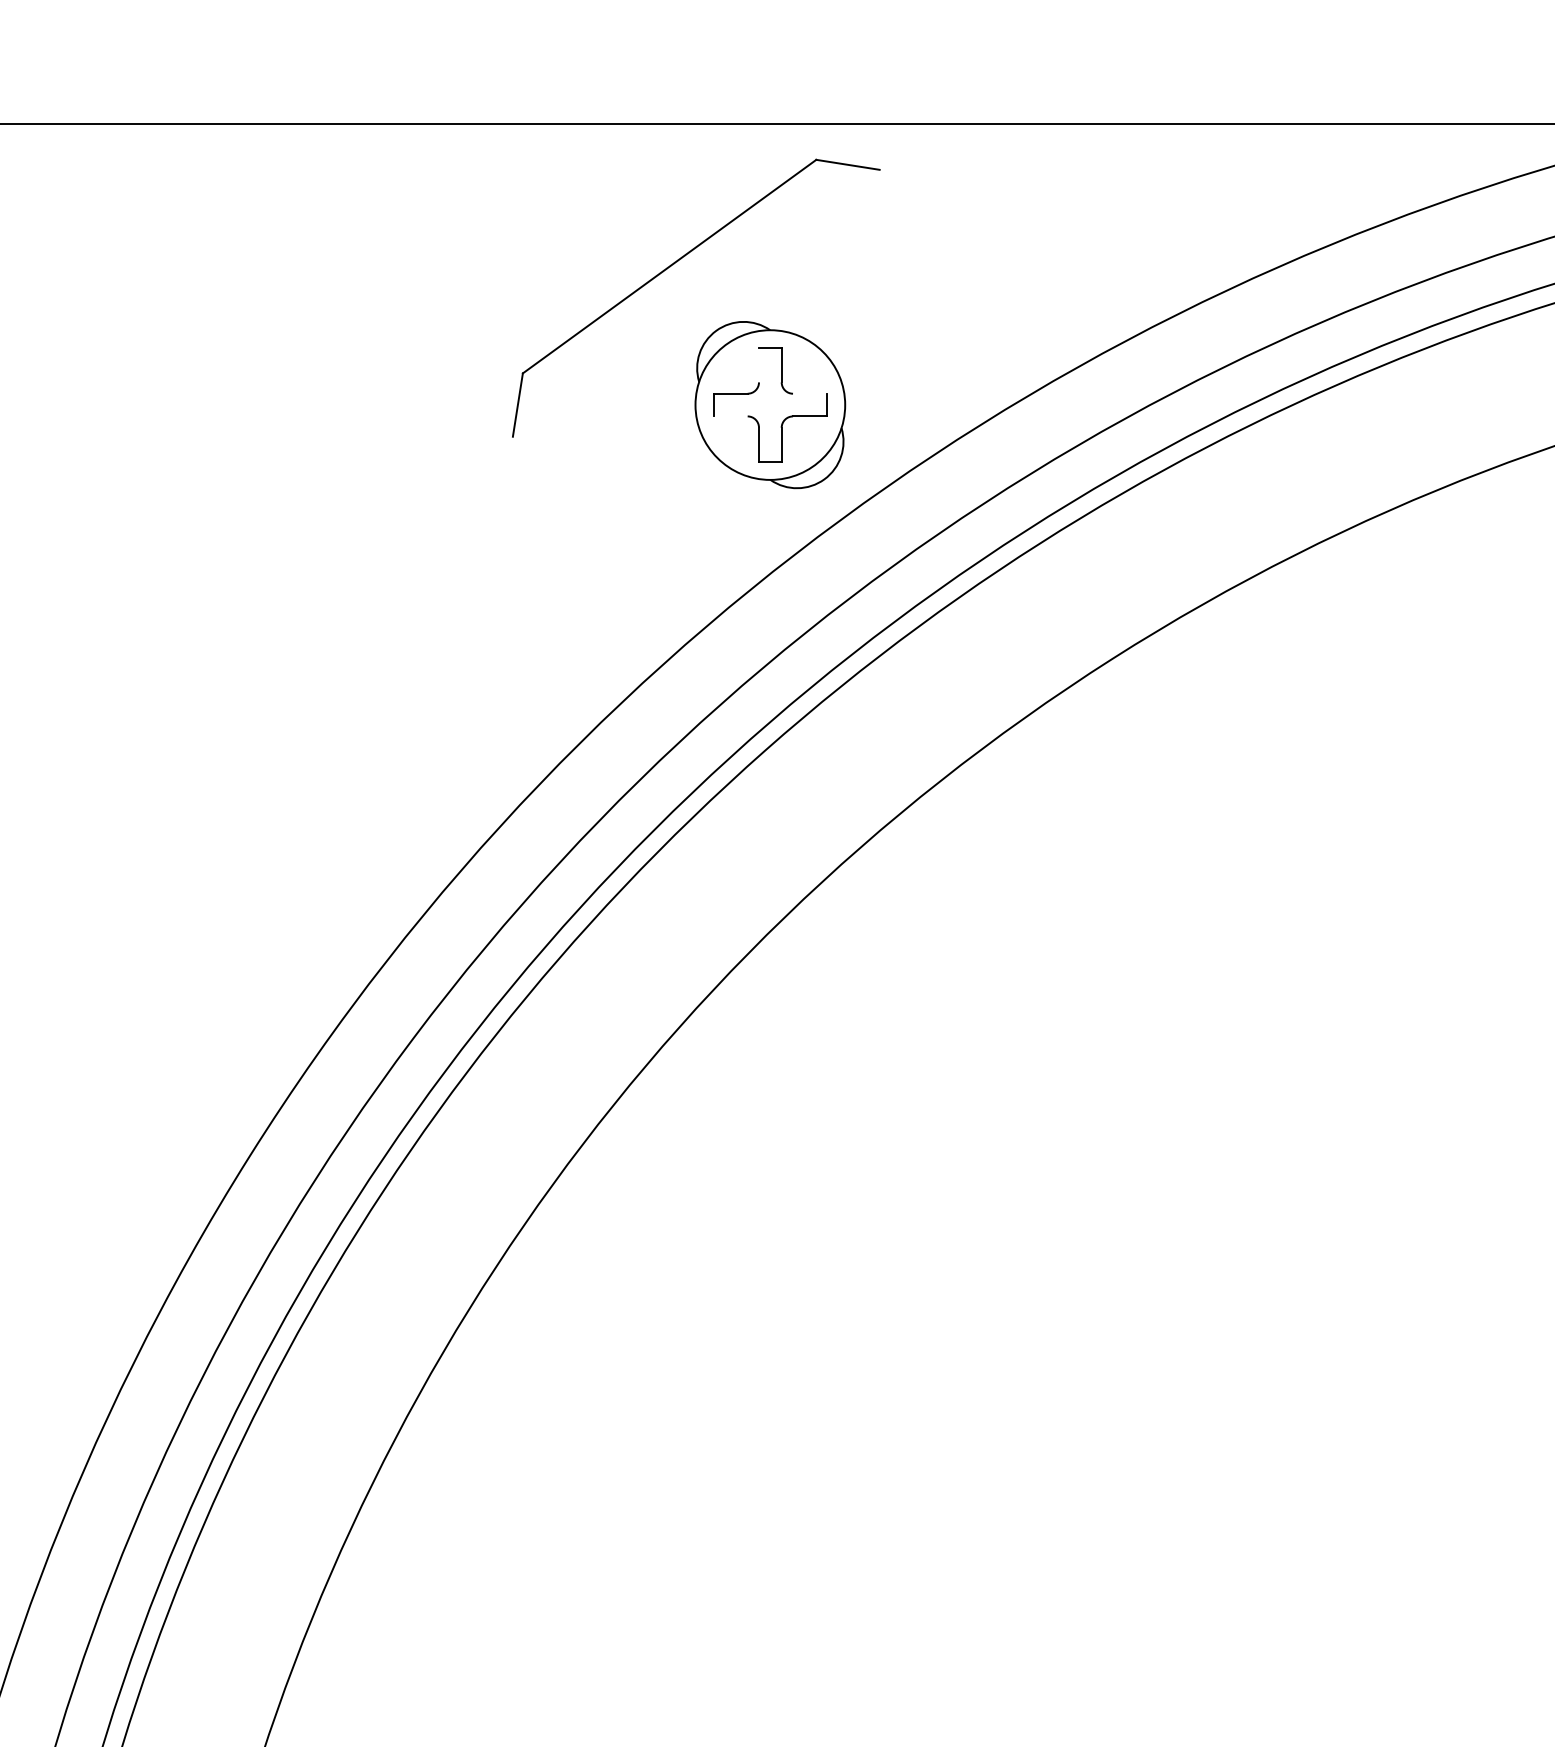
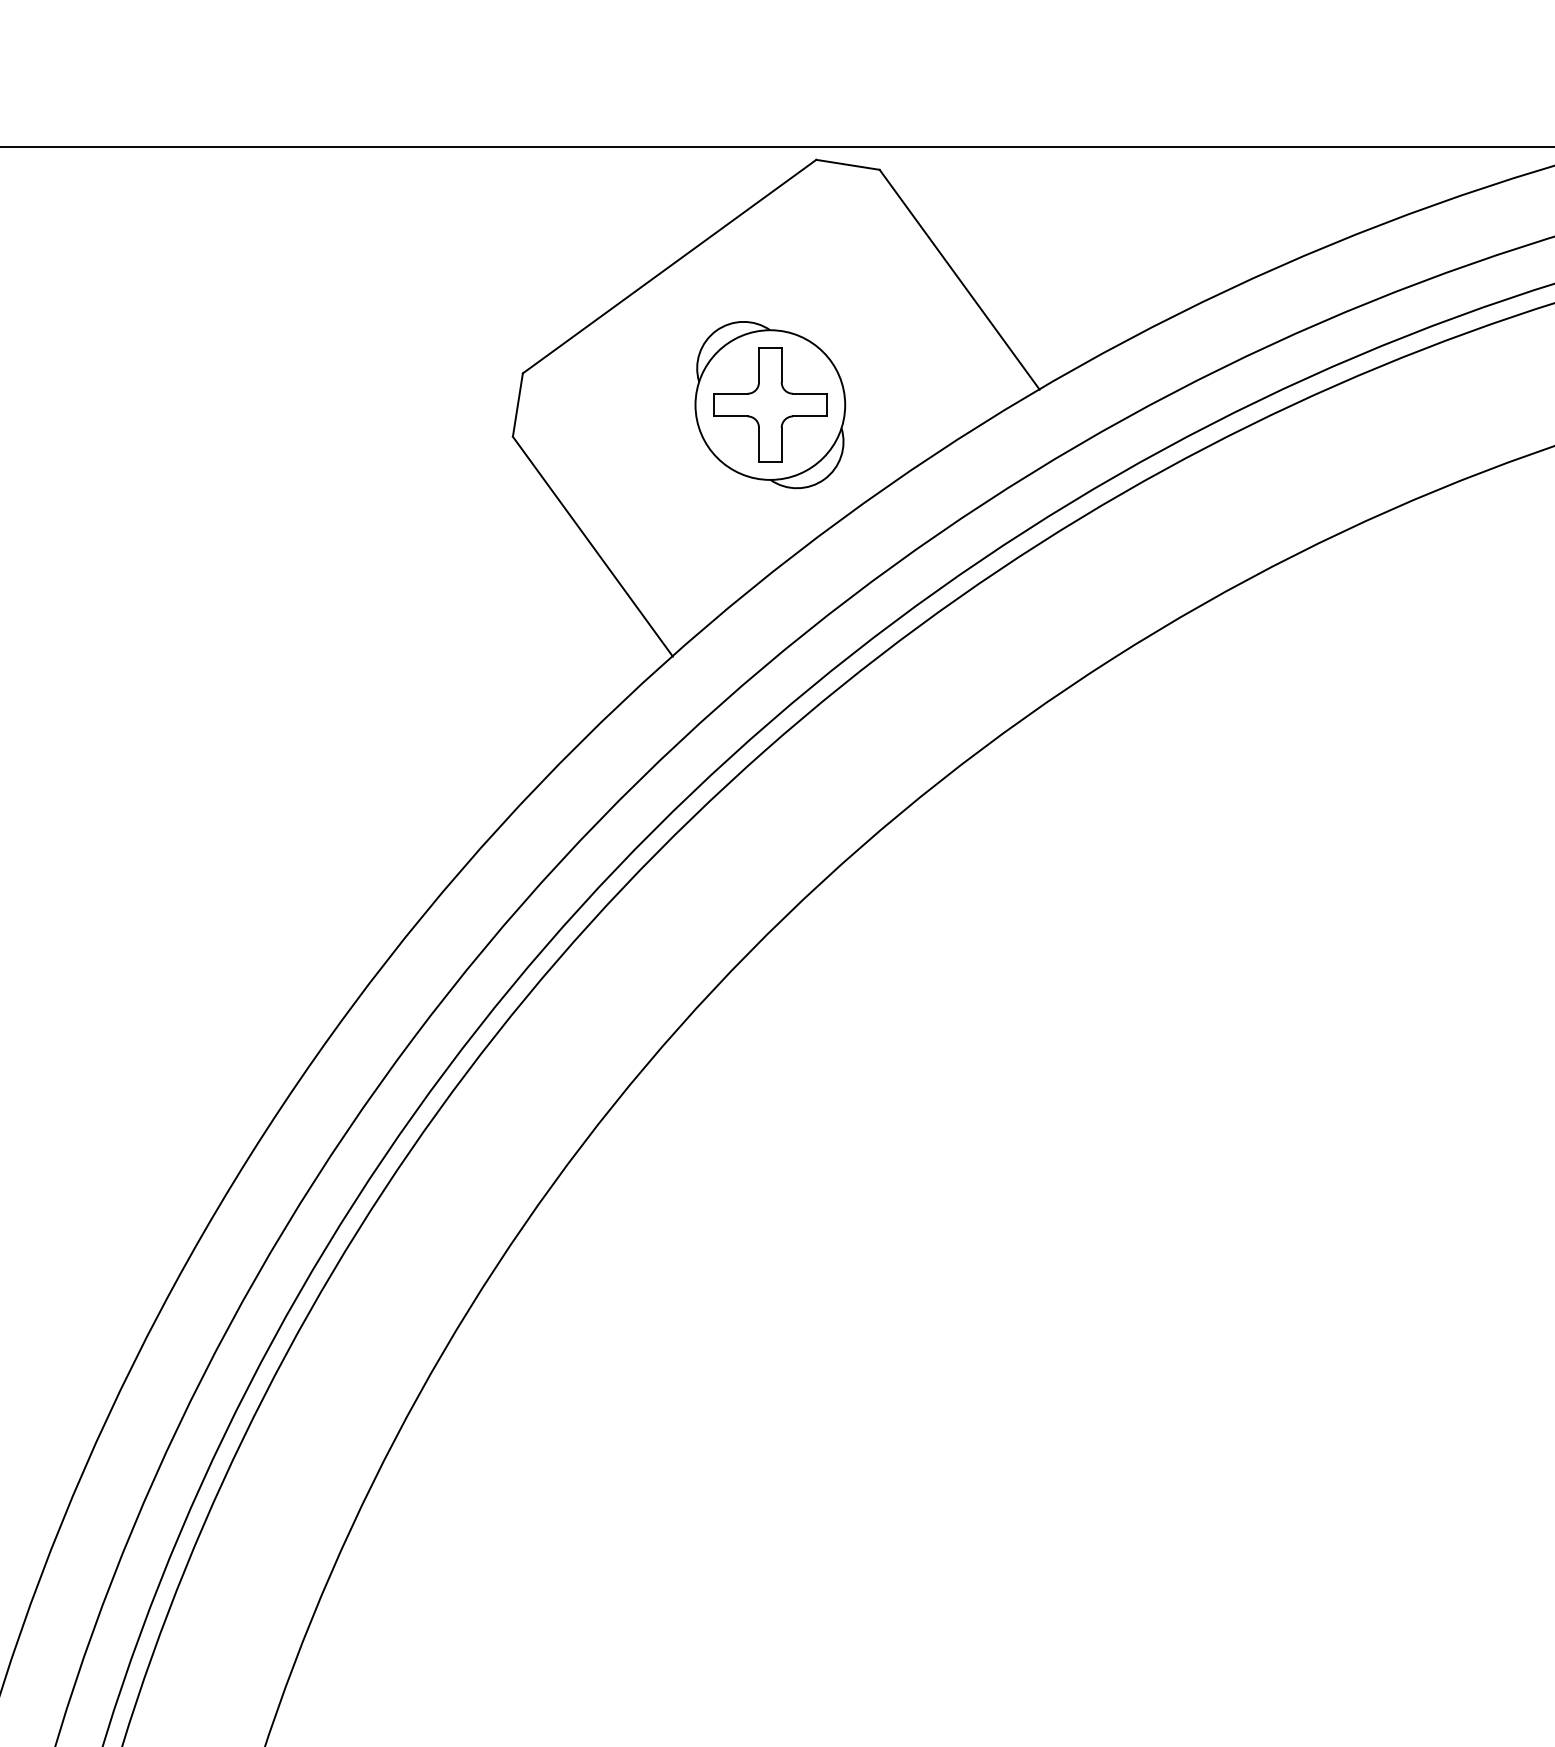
line at (776, 123) position: (776, 123) -> (776, 146)
line at (959, 279): none -> present
line at (759, 365): none -> present
line at (810, 393): none -> present
line at (730, 416): none -> present
line at (592, 546): none -> present
